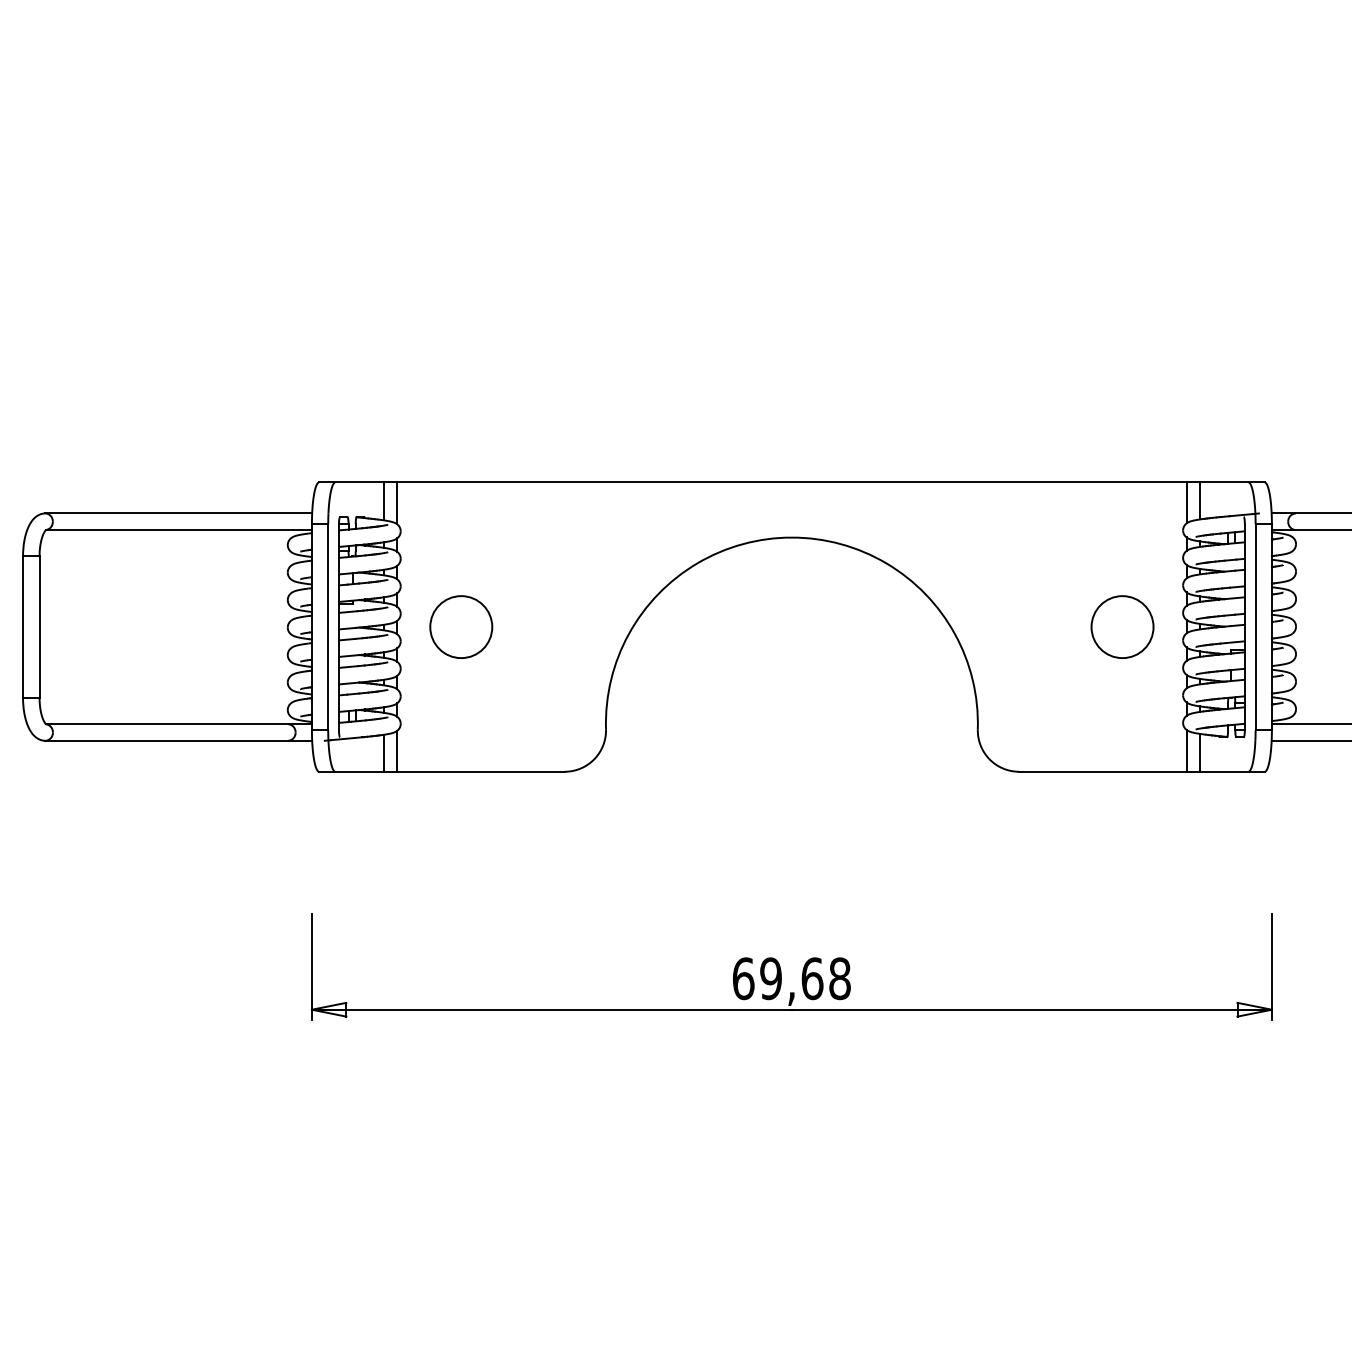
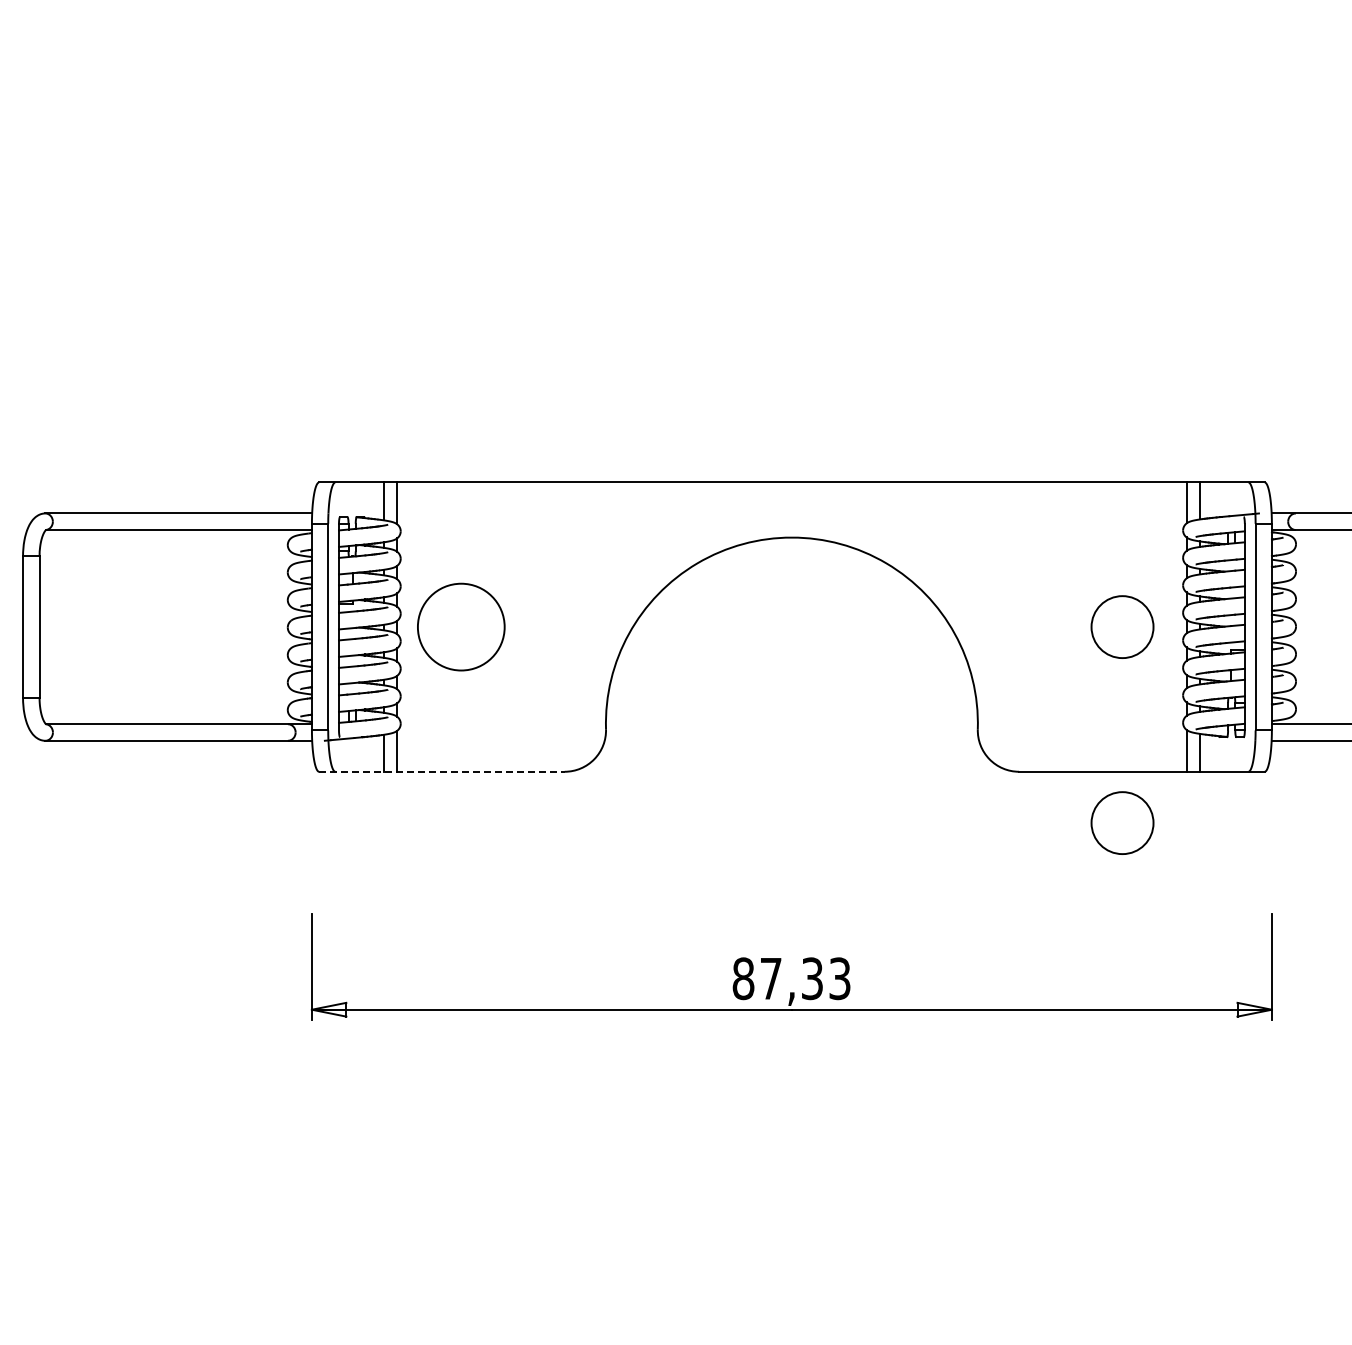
circle at (461, 627) diameter: 62 px -> 87 px
line at (441, 771): solid -> dashed
circle at (1122, 822): none -> present
text at (791, 978): 69,68 -> 87,33
